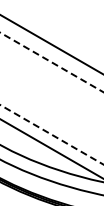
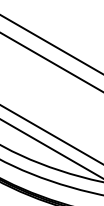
line at (51, 62): dashed -> solid
line at (52, 134): dashed -> solid
